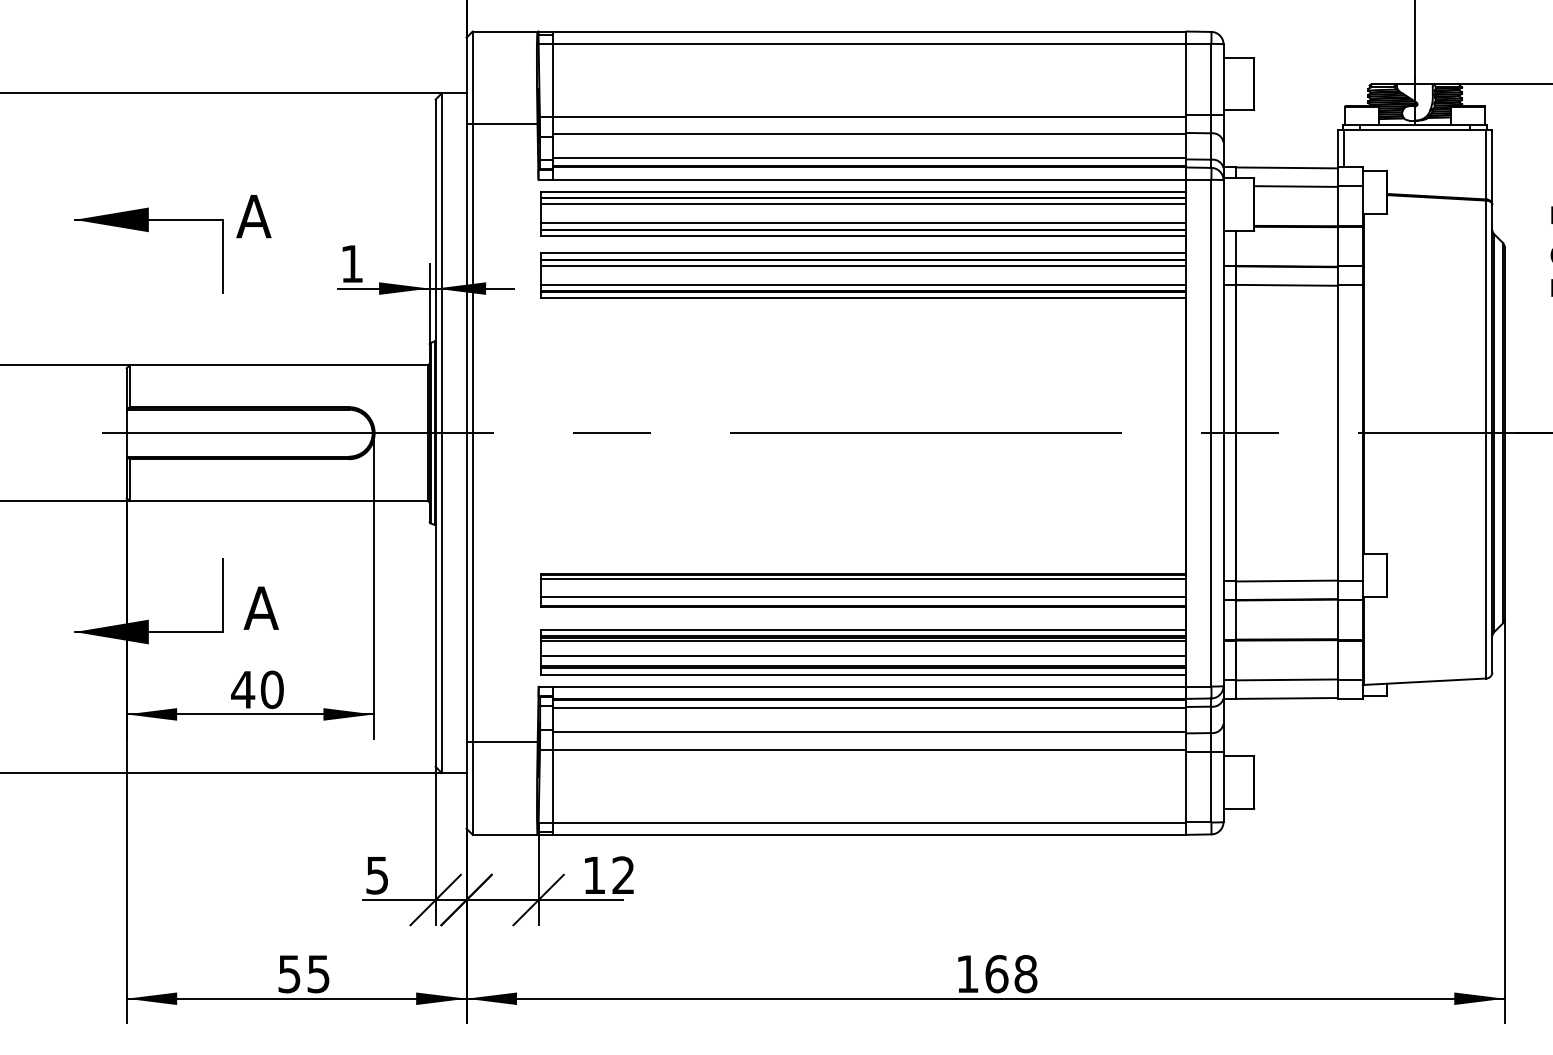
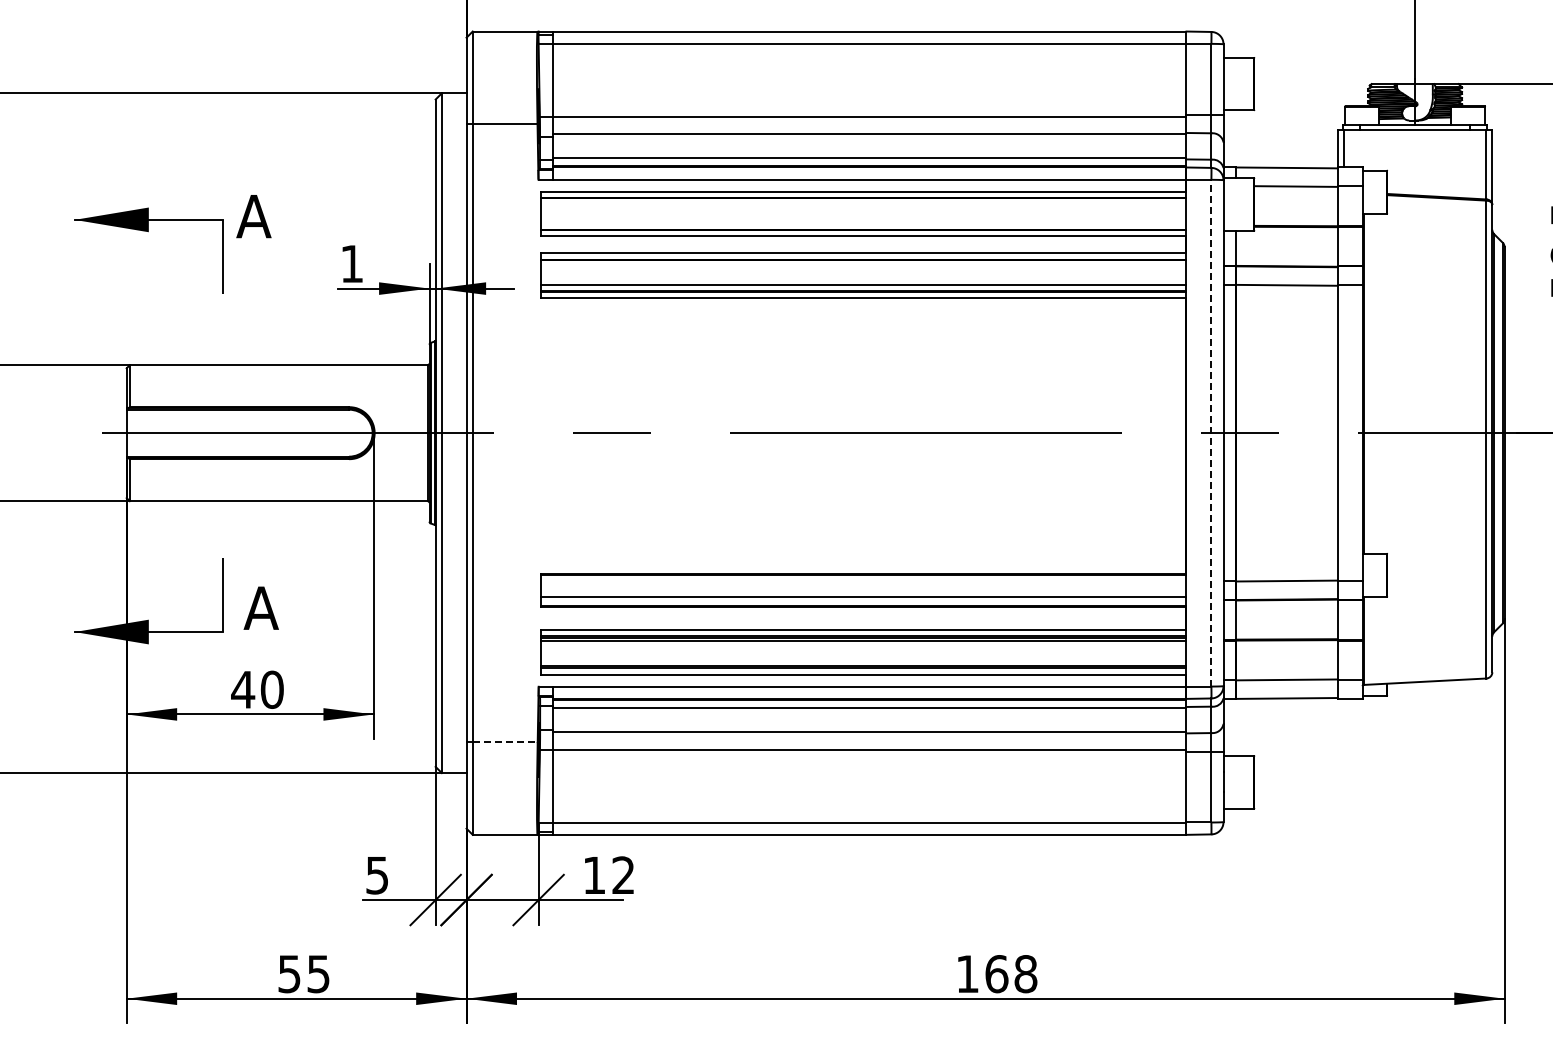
line at (863, 204): present -> none
line at (863, 223): present -> none
line at (863, 266): present -> none
line at (1211, 432): solid -> dashed
line at (863, 578): present -> none
line at (863, 656): present -> none
line at (505, 742): solid -> dashed
